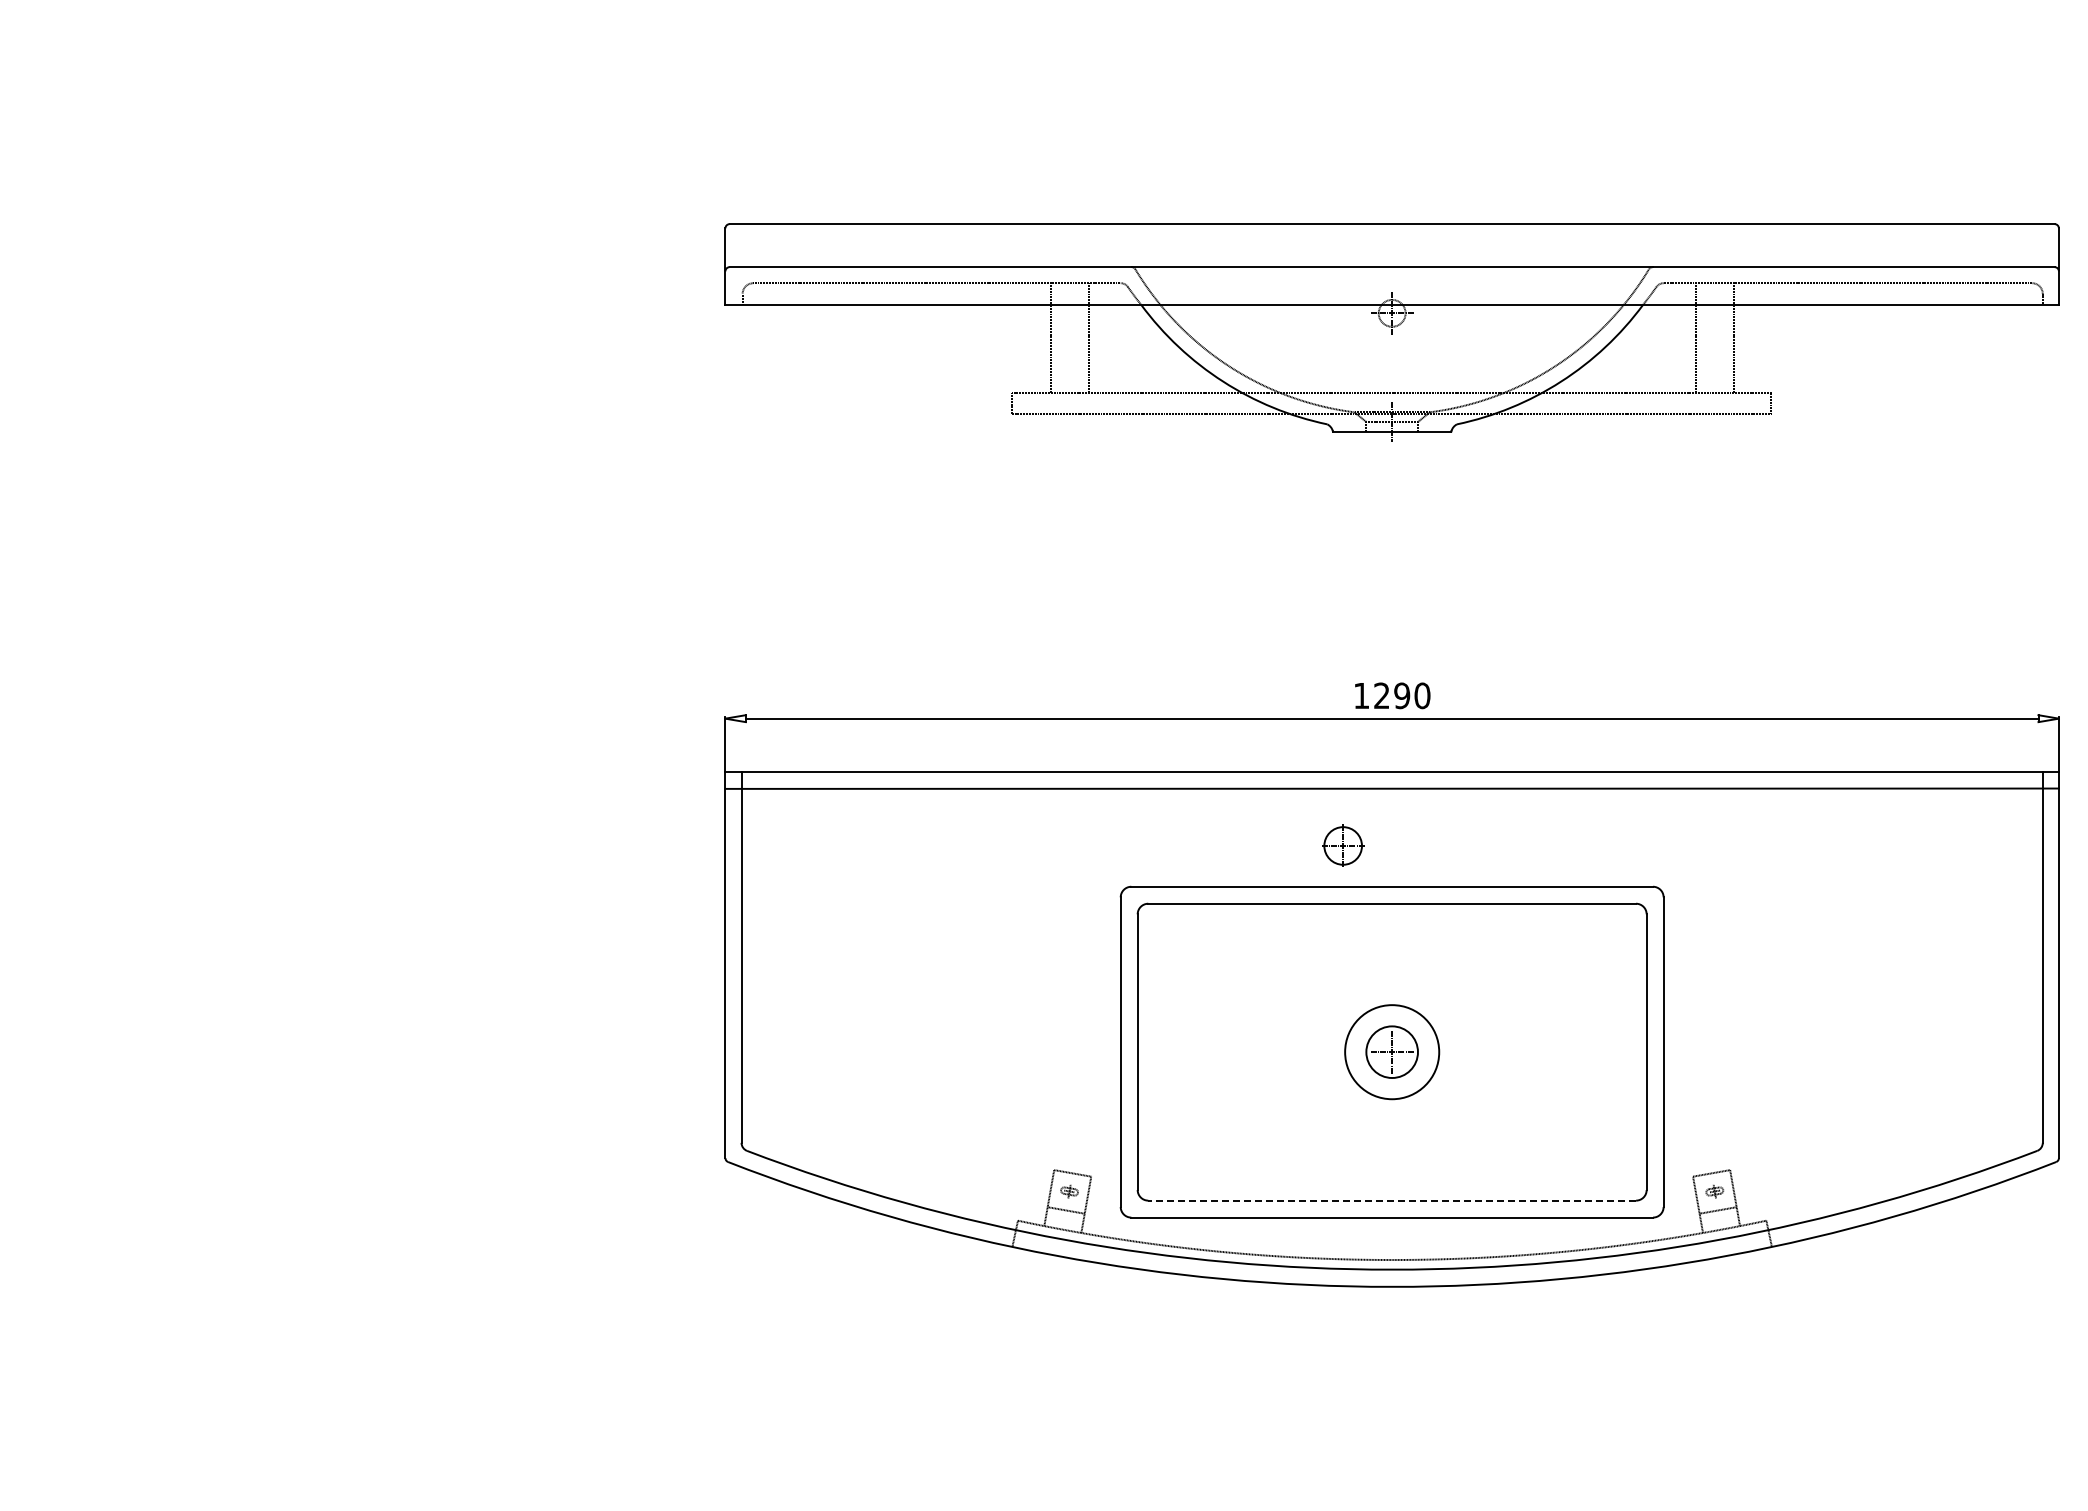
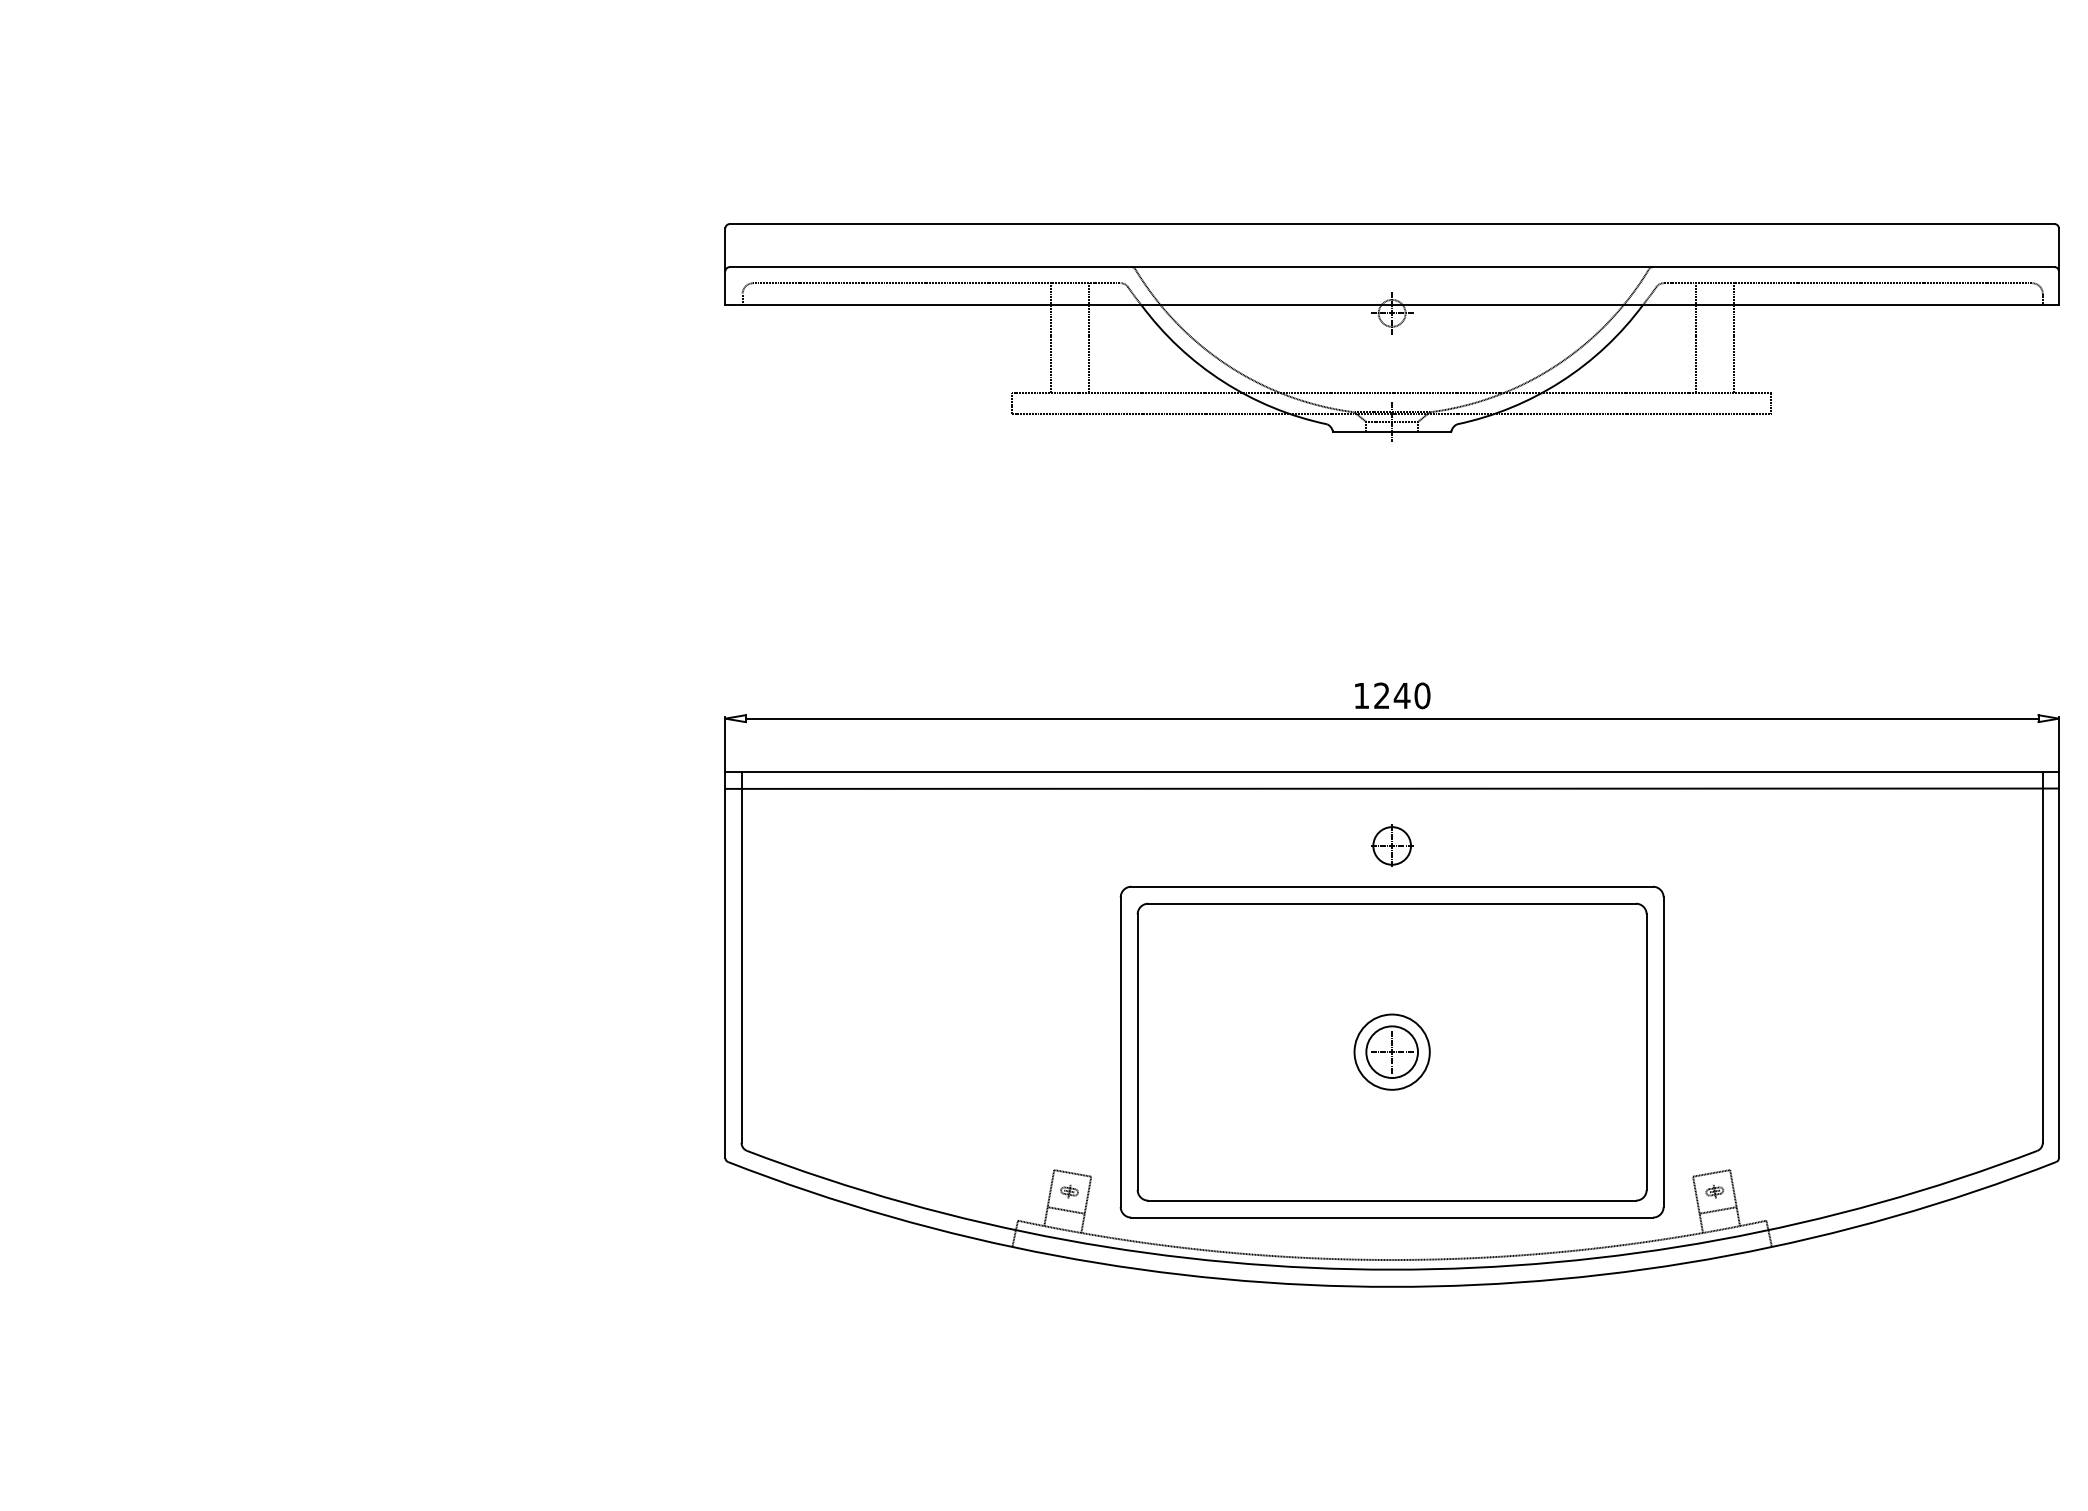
text at (1401, 695): 1290 -> 1240
part at (1343, 845) position: (1343, 845) -> (1392, 845)
circle at (1392, 1052) diameter: 94 px -> 75 px
line at (1392, 1200): dashed -> solid
